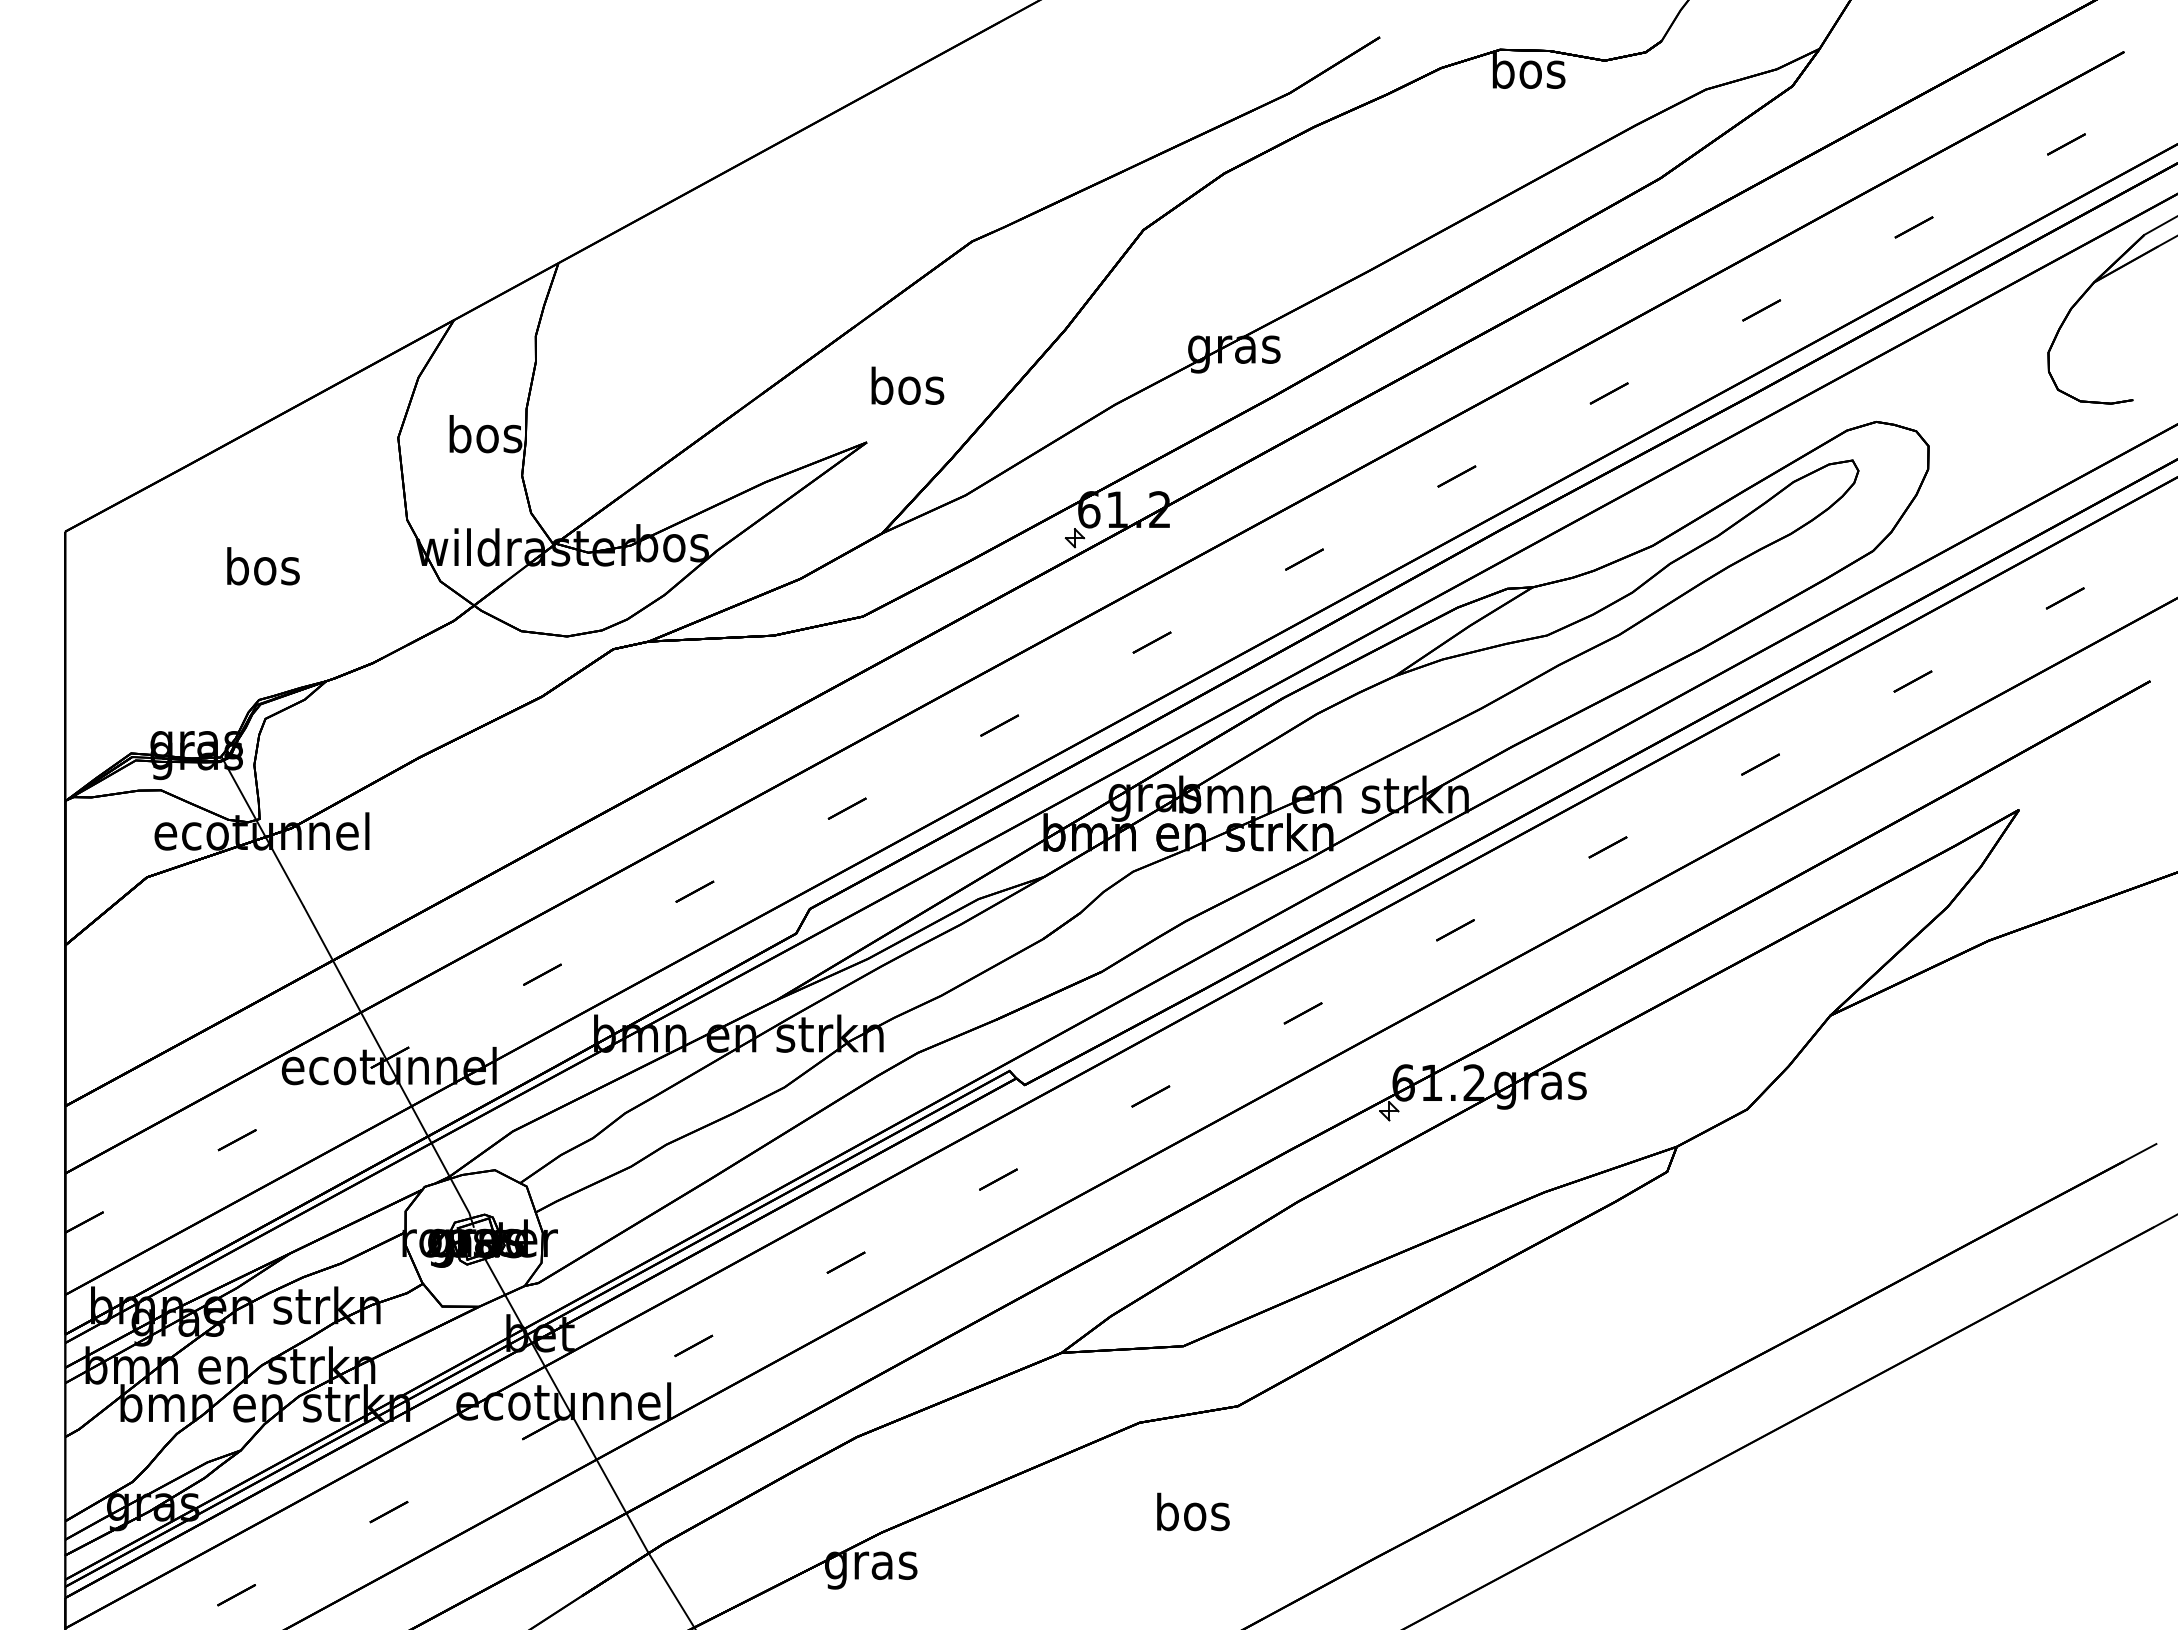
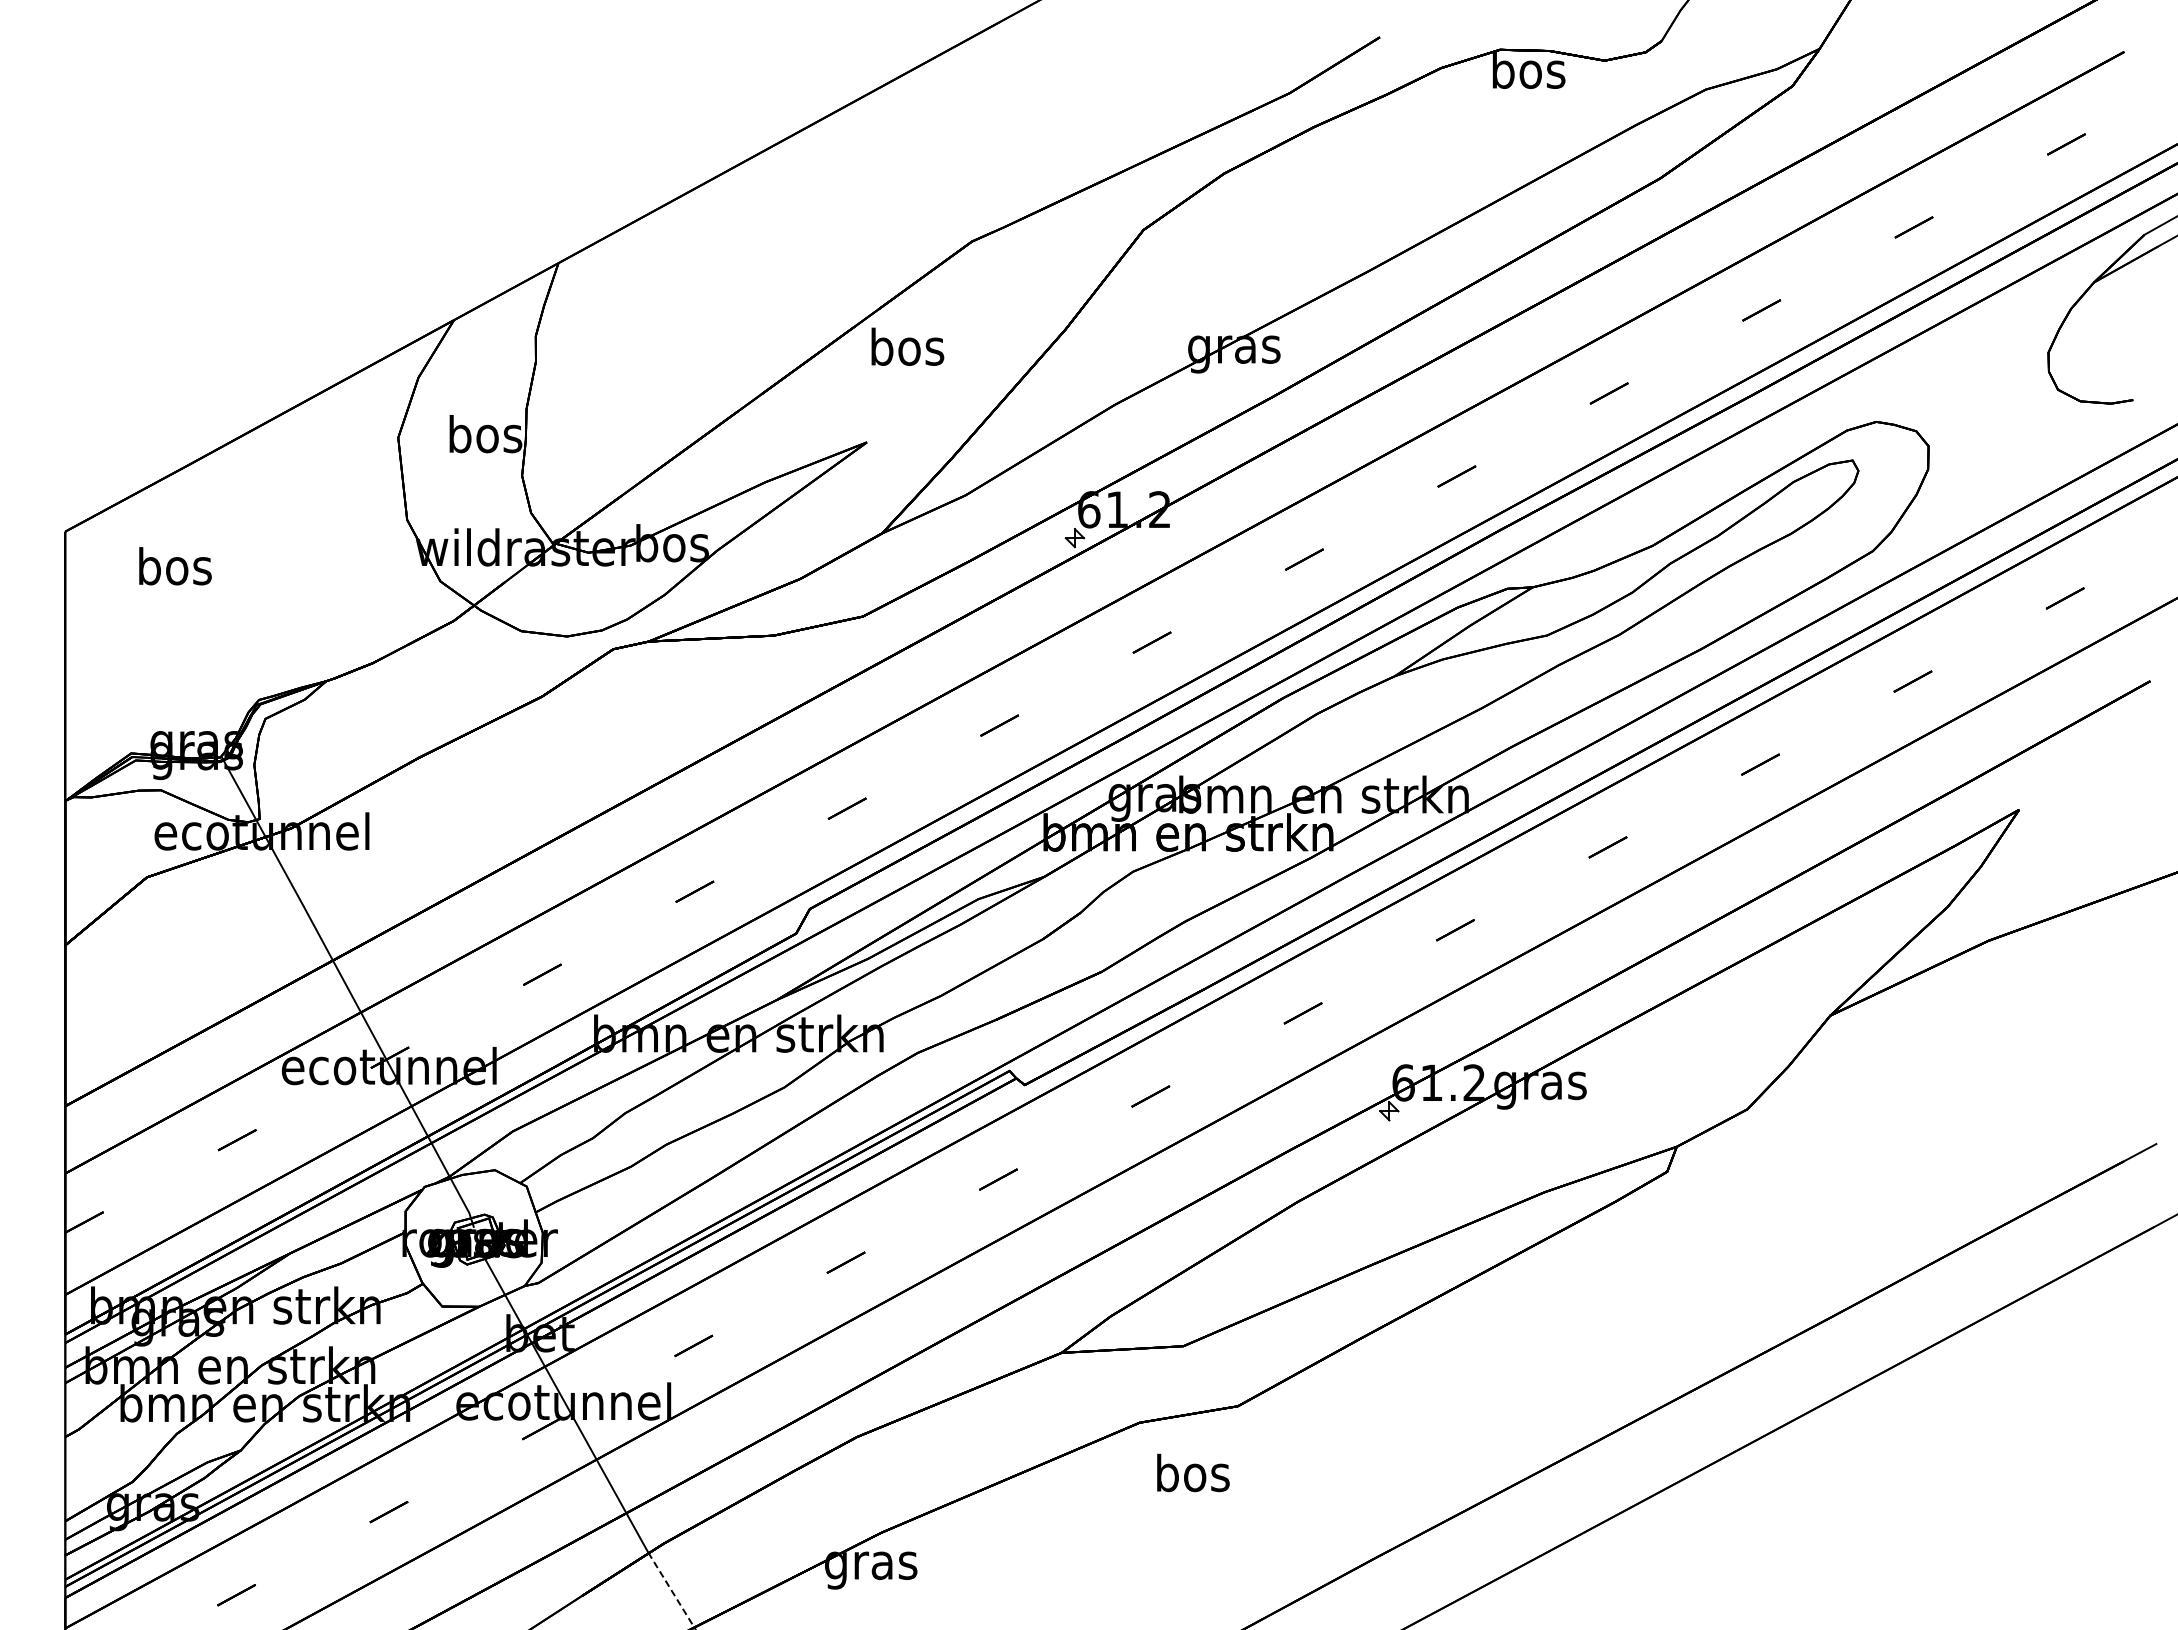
text at (907, 385) position: (907, 385) -> (907, 346)
text at (263, 566) position: (263, 566) -> (175, 566)
text at (1193, 1511) position: (1193, 1511) -> (1193, 1472)
line at (672, 1591): solid -> dashed
